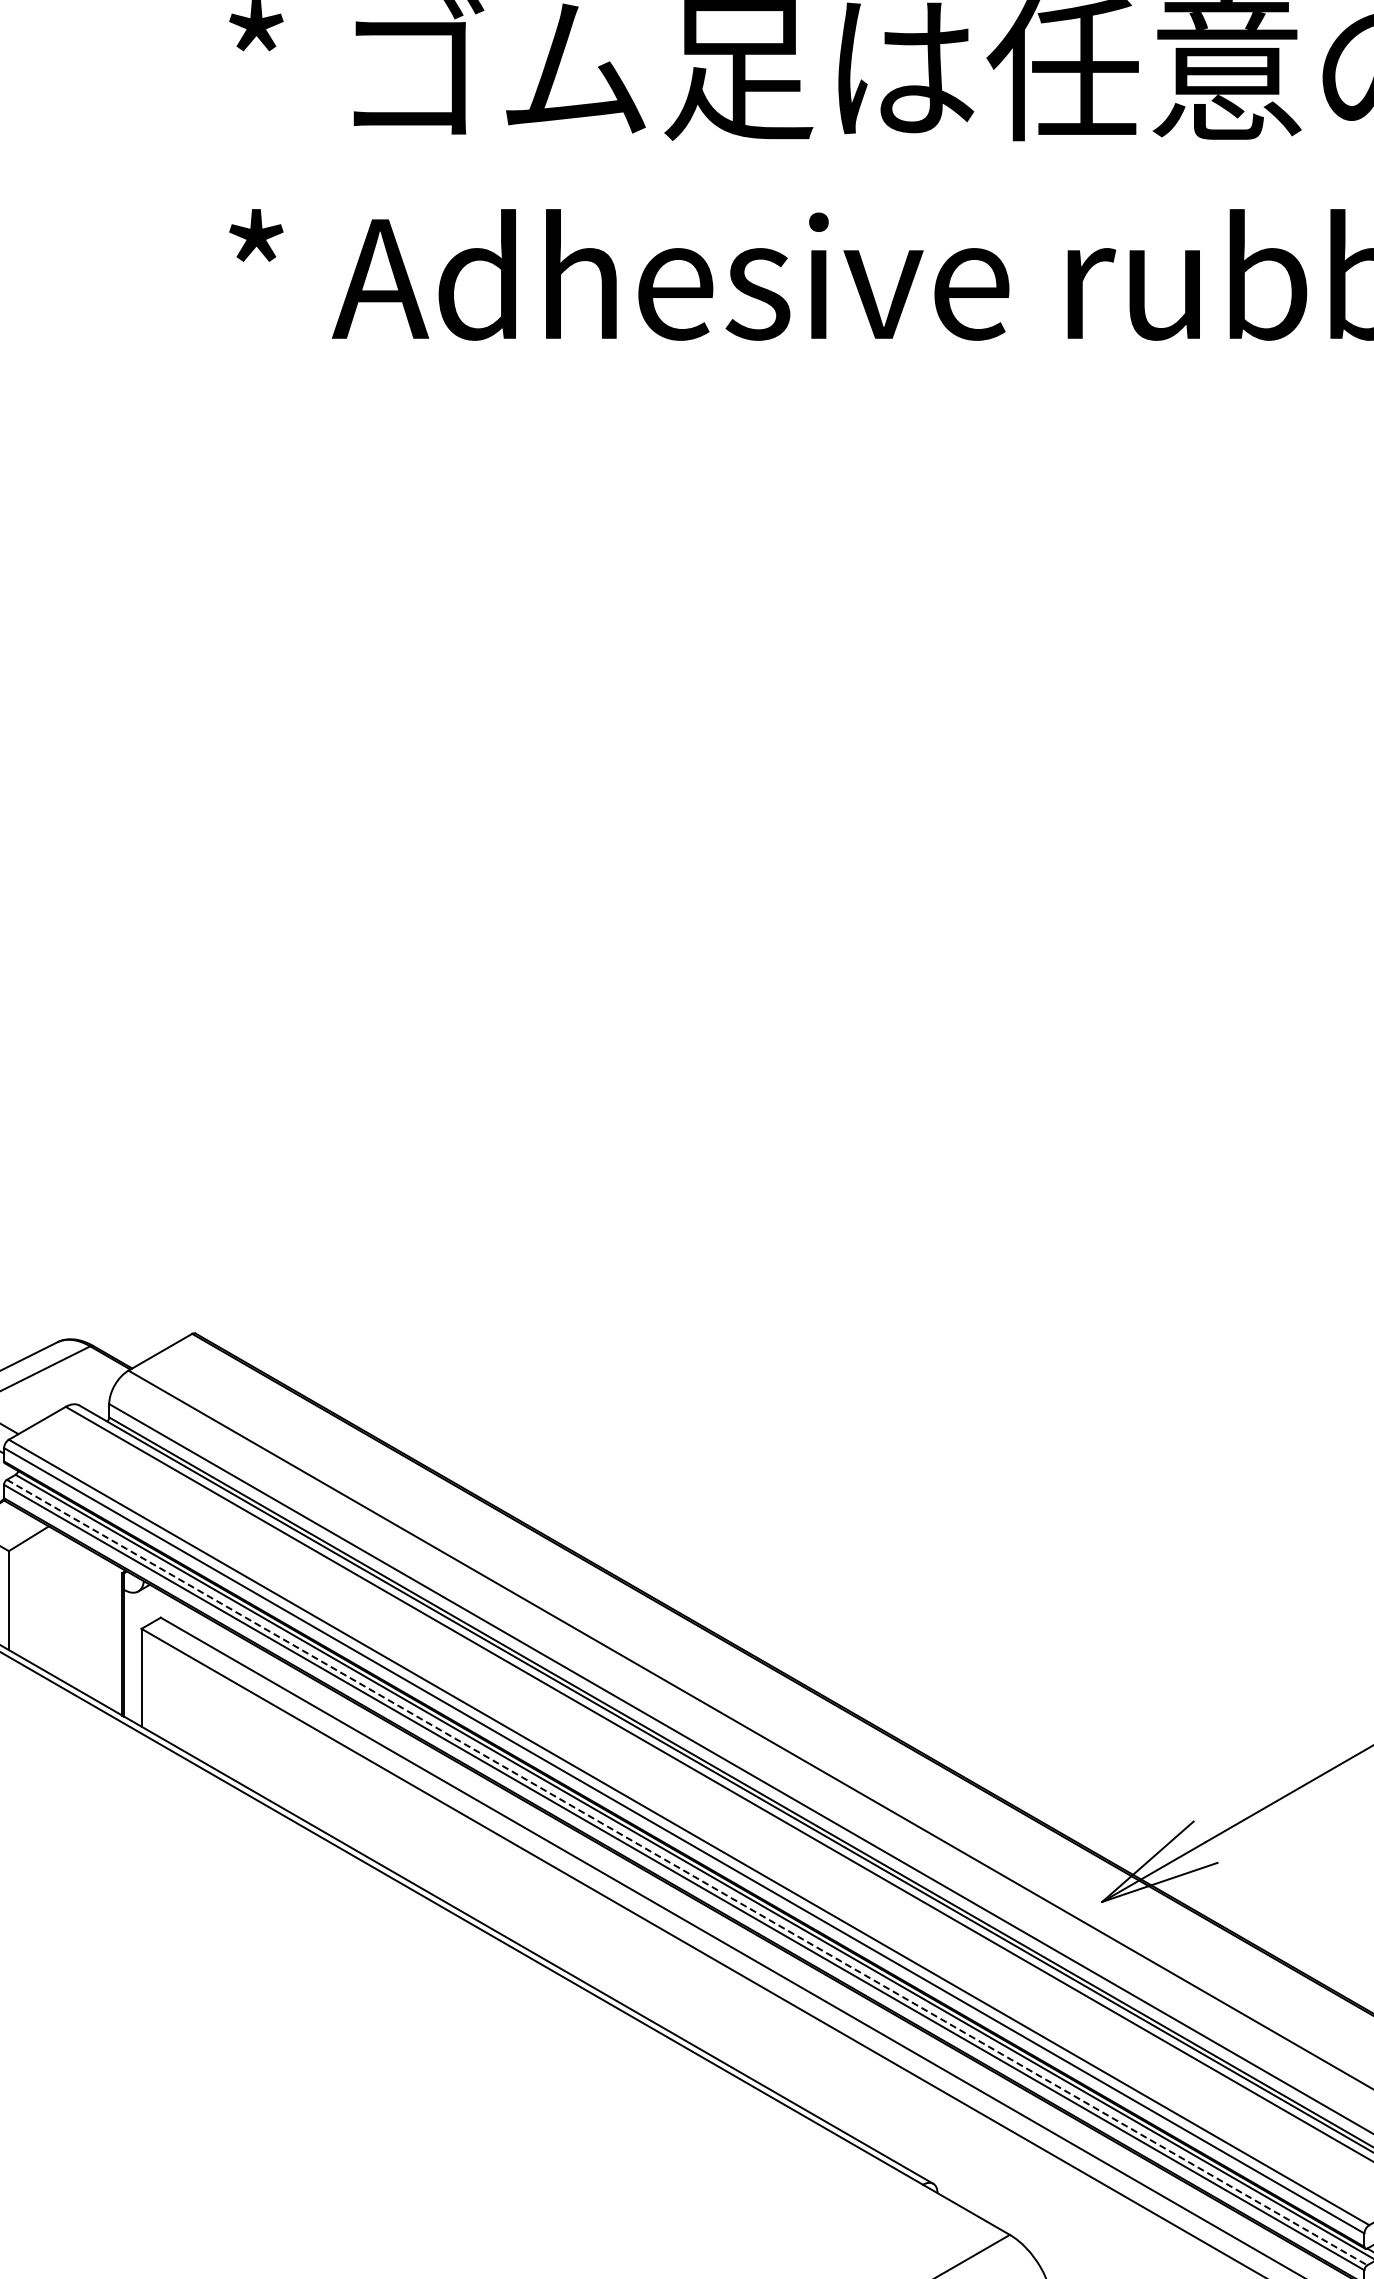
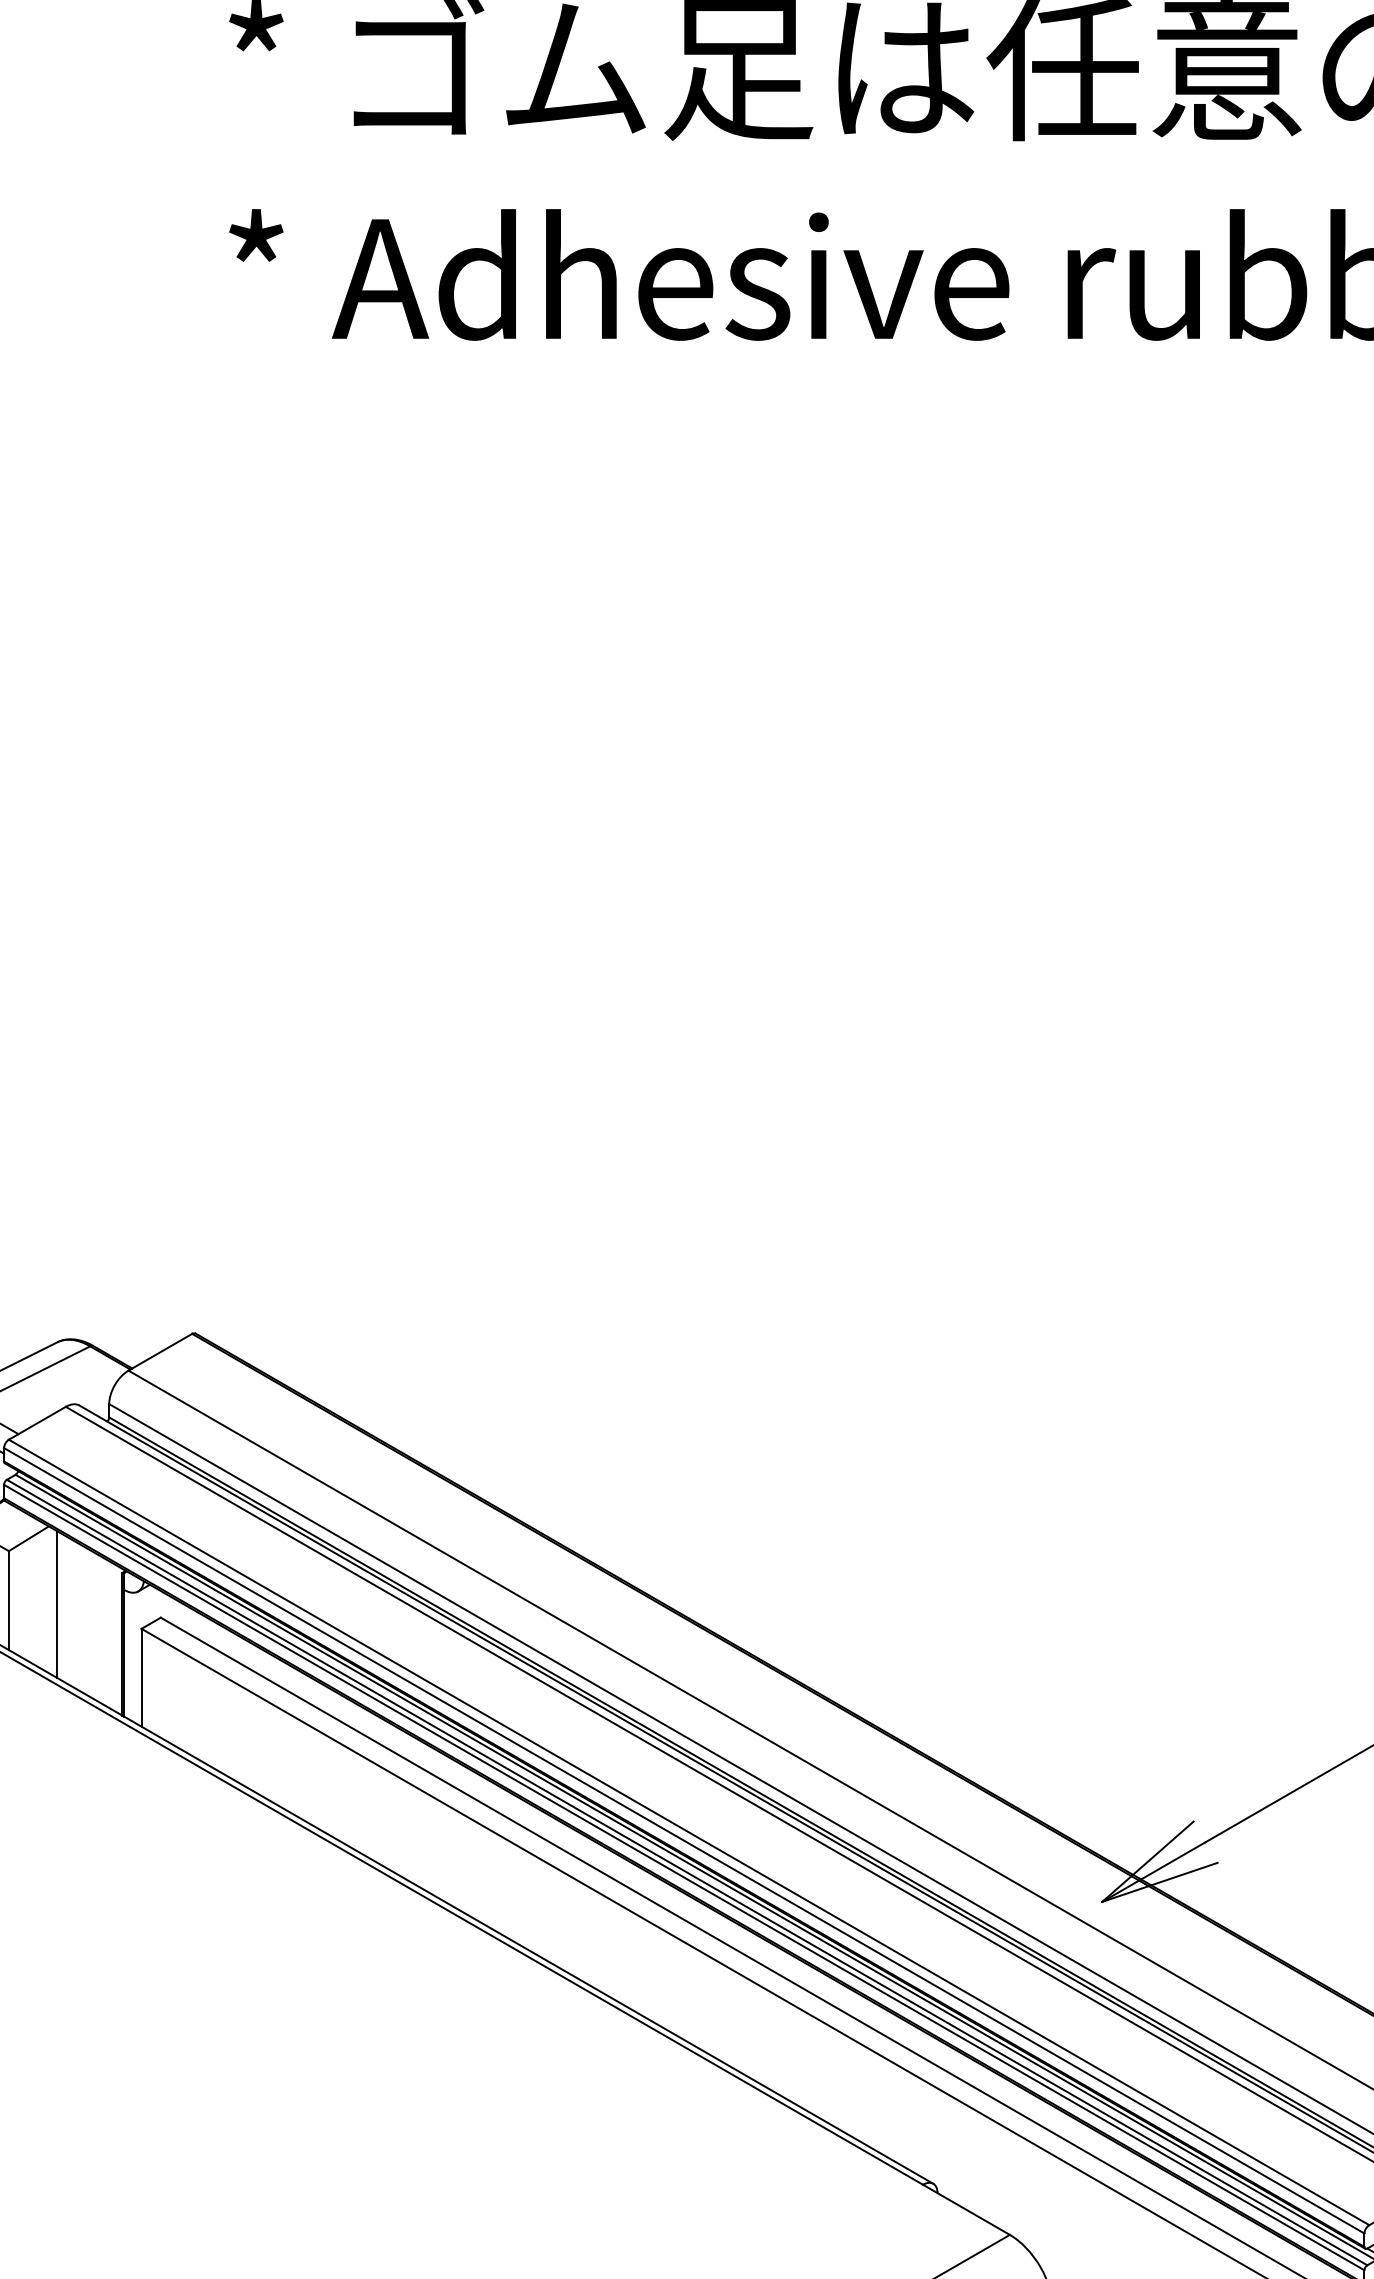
line at (57, 1604): none -> present
line at (687, 1872): dashed -> solid
